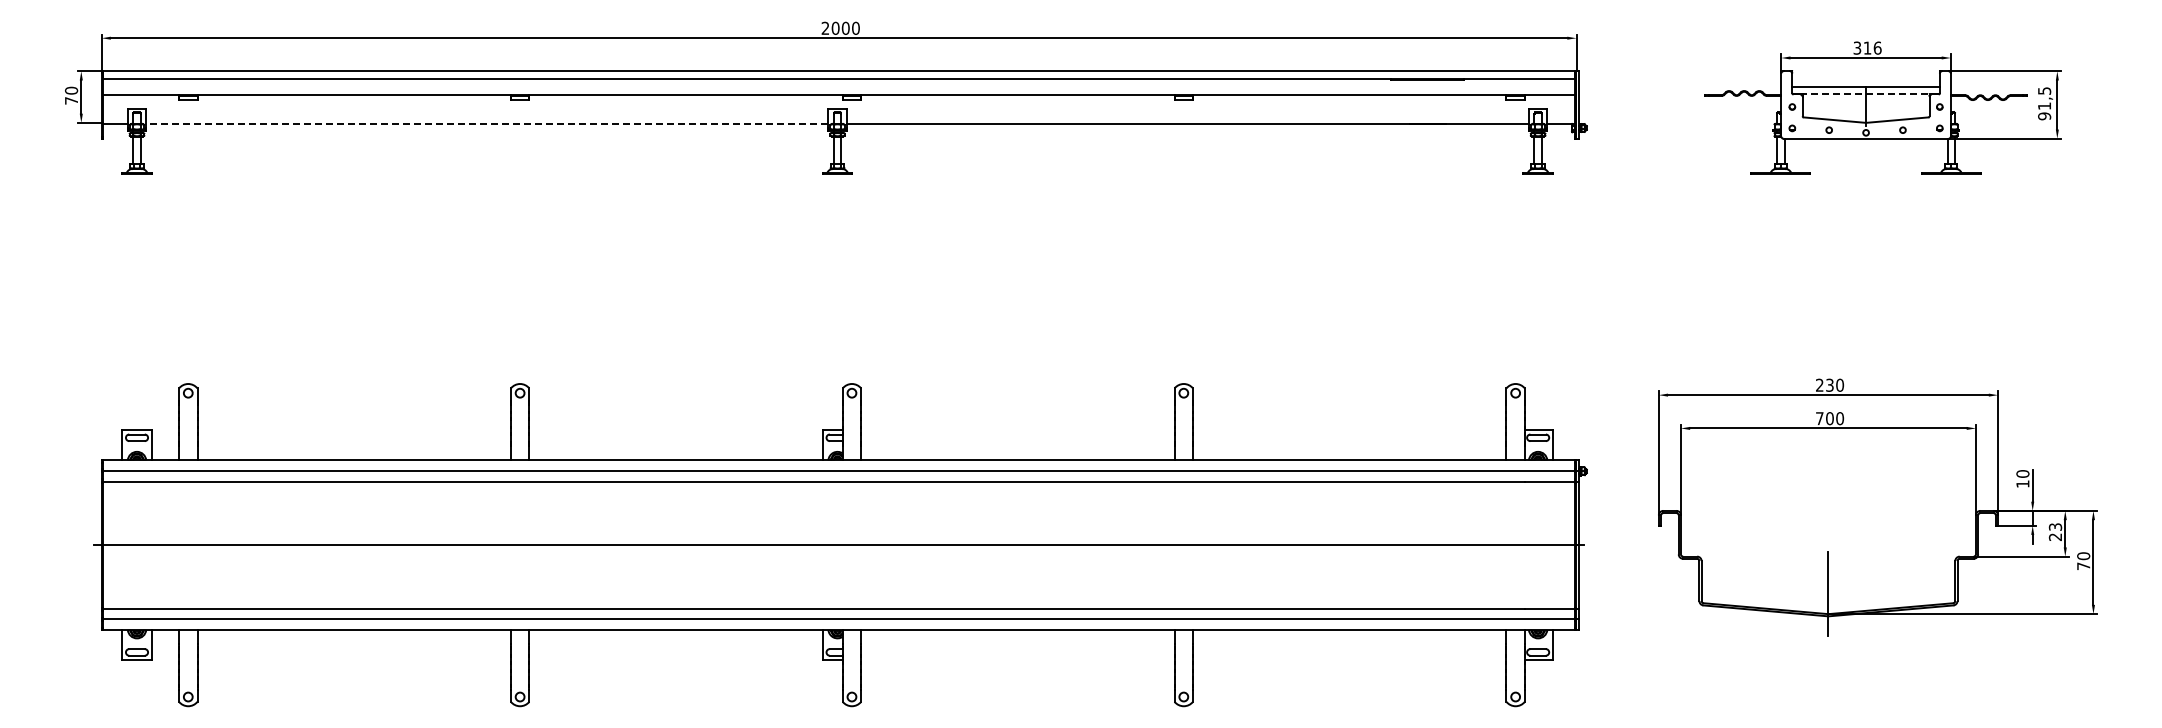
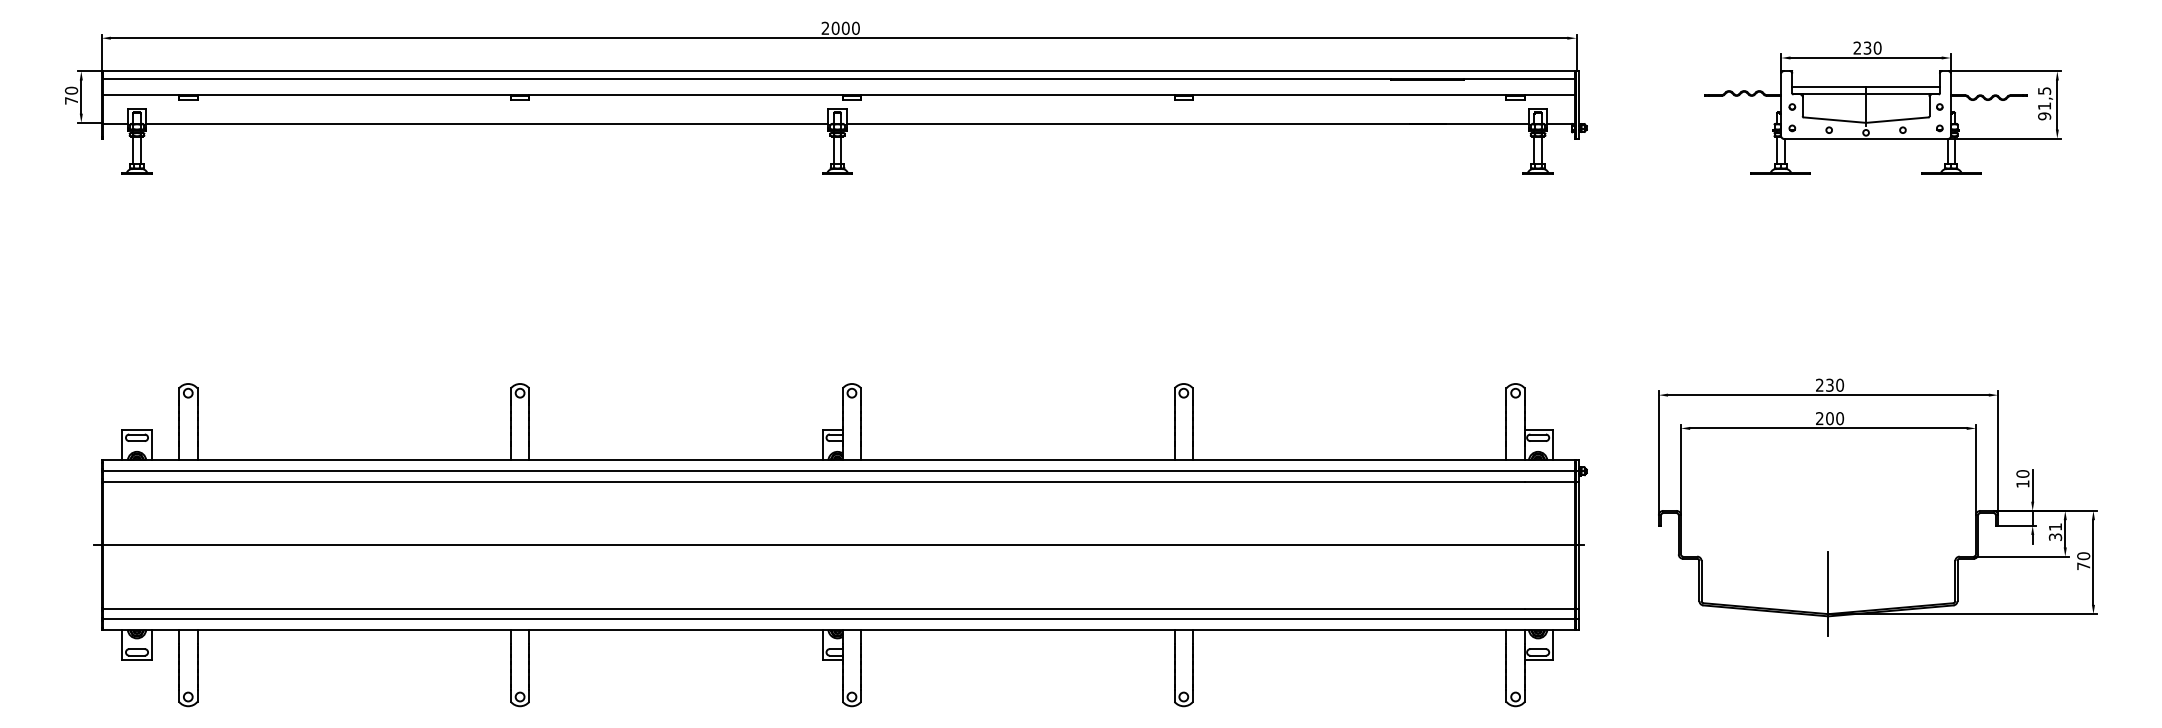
text at (1867, 47): 316 -> 230
line at (1866, 94): dashed -> solid
line at (486, 123): dashed -> solid
text at (1819, 418): 700 -> 200
text at (2055, 531): 23 -> 31
